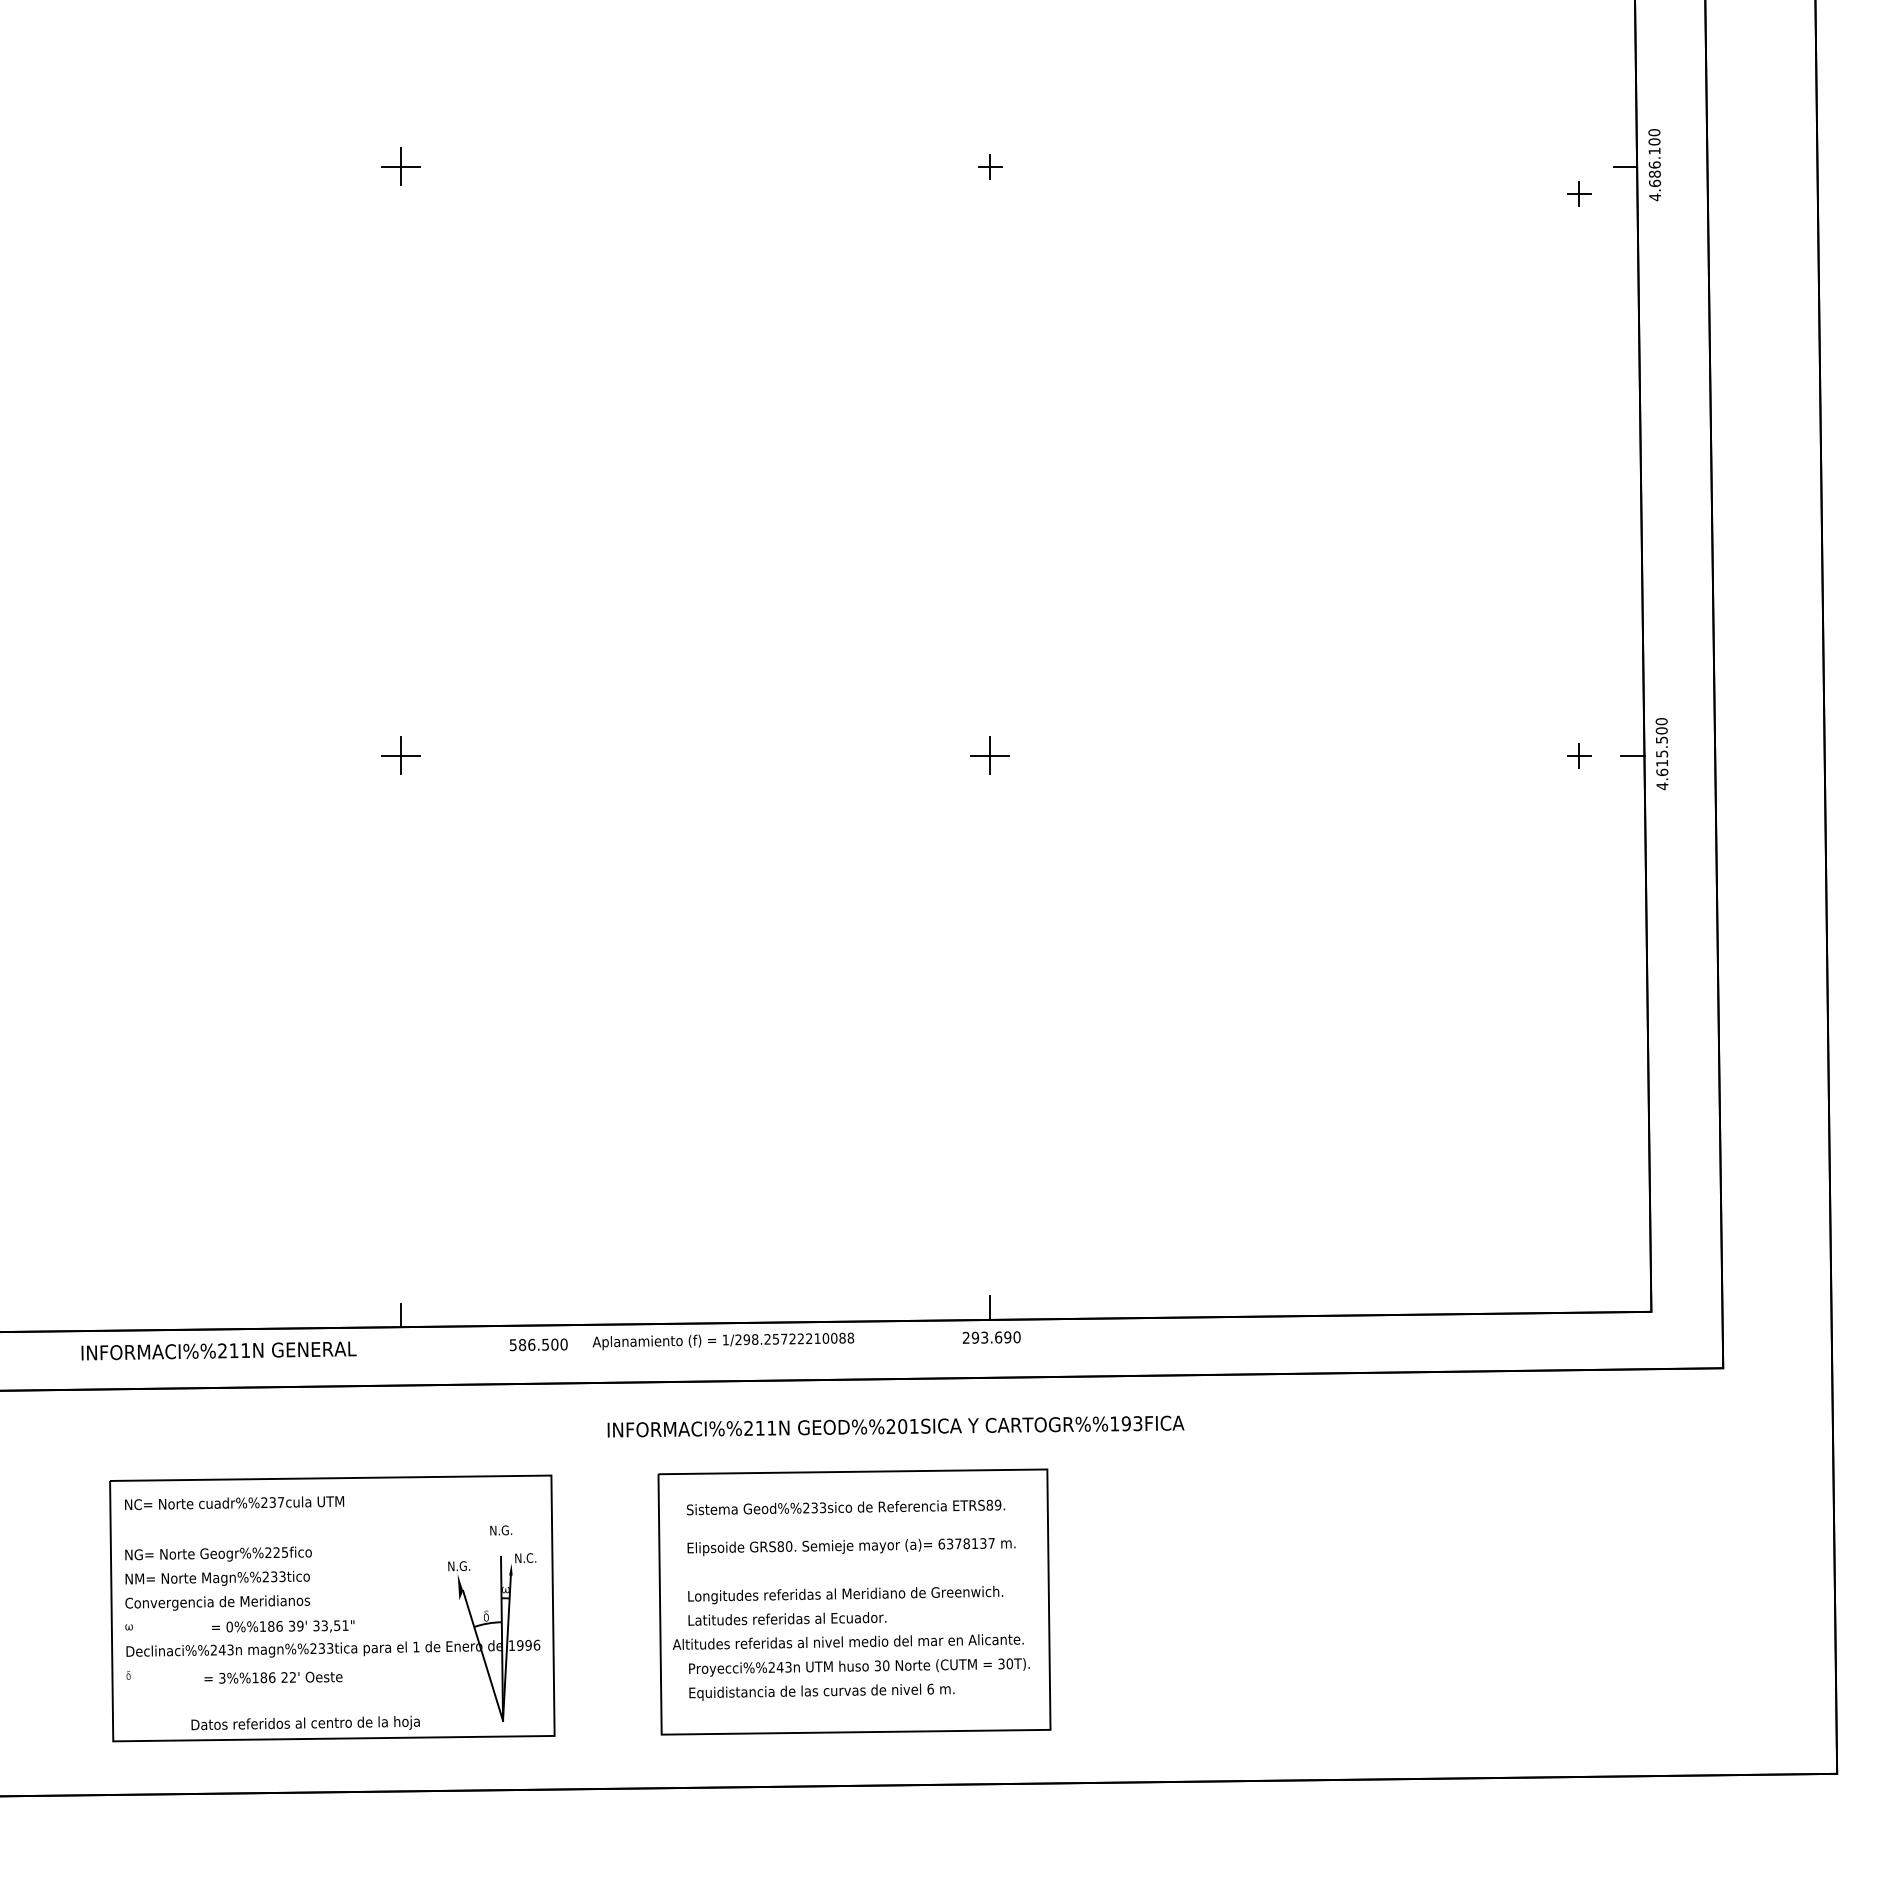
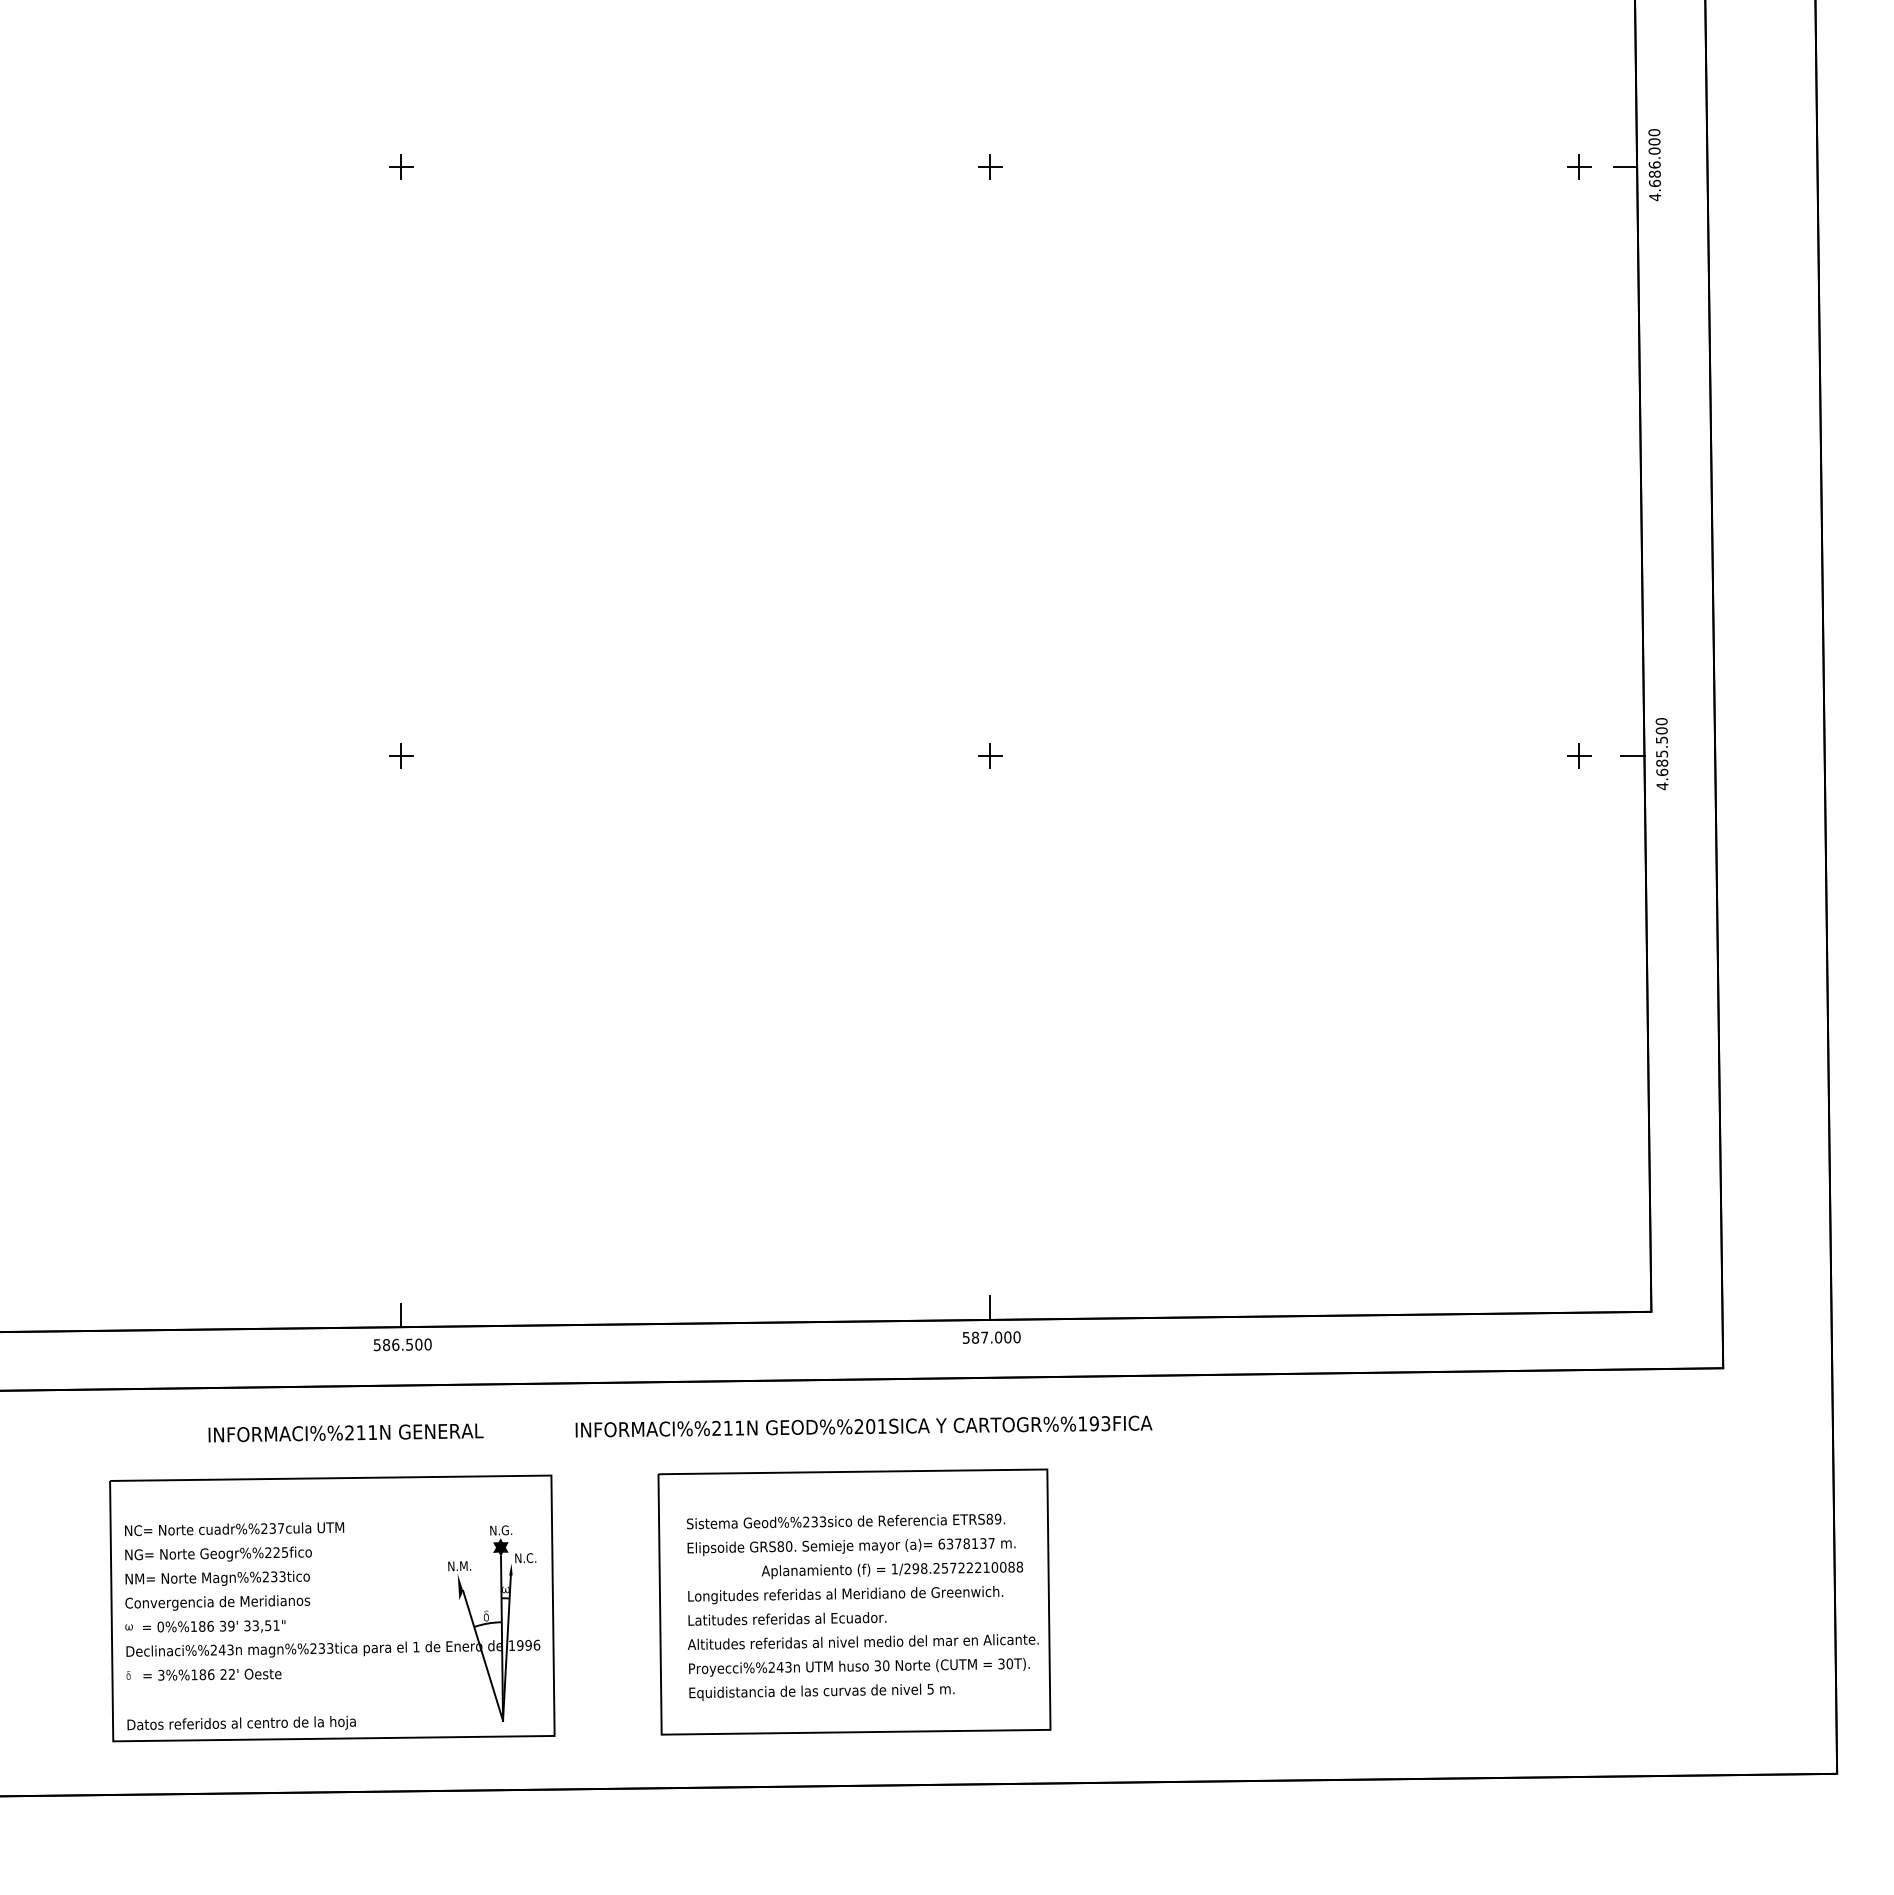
text at (1654, 150): 4.686.100 -> 4.686.000
part at (400, 166) size: 40x39 px -> 25x26 px
part at (1579, 193) position: (1579, 193) -> (1579, 166)
part at (400, 755) size: 40x39 px -> 25x26 px
part at (989, 755) size: 40x39 px -> 25x26 px
text at (1662, 762): 4.615.500 -> 4.685.500
text at (986, 1337): 293.690 -> 587.000
text at (723, 1341) position: (723, 1341) -> (892, 1570)
text at (538, 1344) position: (538, 1344) -> (402, 1344)
text at (218, 1350) position: (218, 1350) -> (345, 1432)
text at (895, 1426) position: (895, 1426) -> (863, 1426)
text at (234, 1503) position: (234, 1503) -> (234, 1529)
text at (846, 1507) position: (846, 1507) -> (846, 1521)
fill at (500, 1547): none -> present
text at (465, 1566): N.G. -> N.M.
text at (283, 1626) position: (283, 1626) -> (214, 1626)
text at (847, 1641) position: (847, 1641) -> (862, 1641)
text at (273, 1677) position: (273, 1677) -> (212, 1674)
text at (930, 1688): 6 -> 5
text at (305, 1722) position: (305, 1722) -> (241, 1722)
